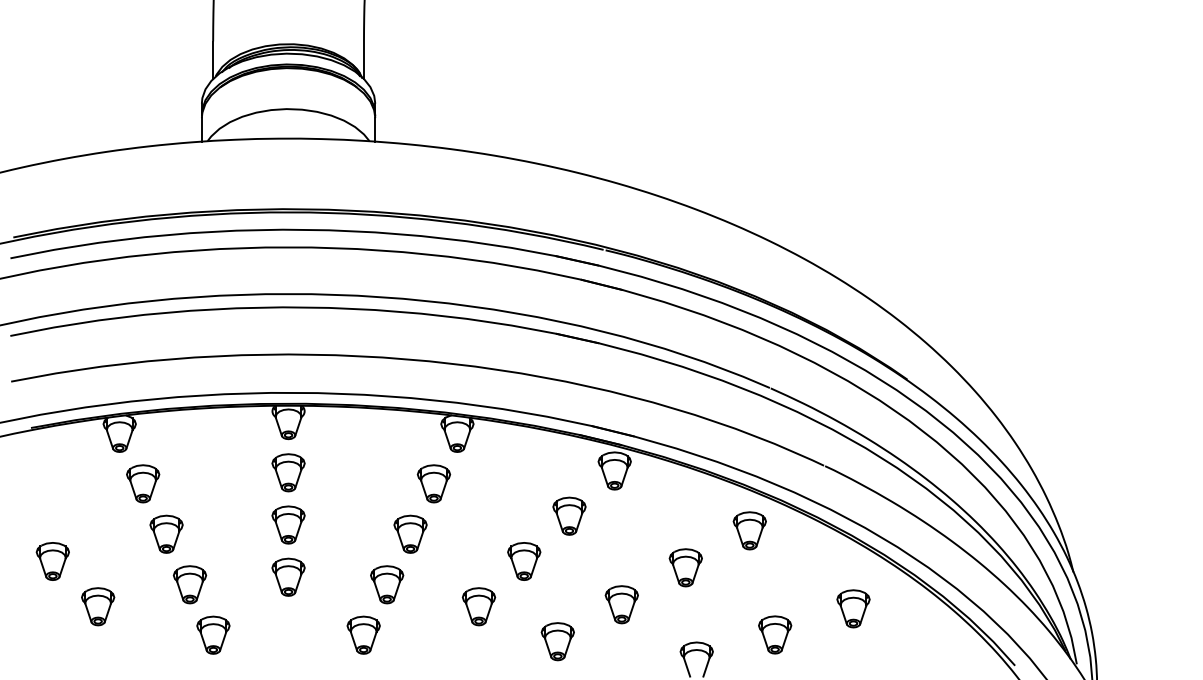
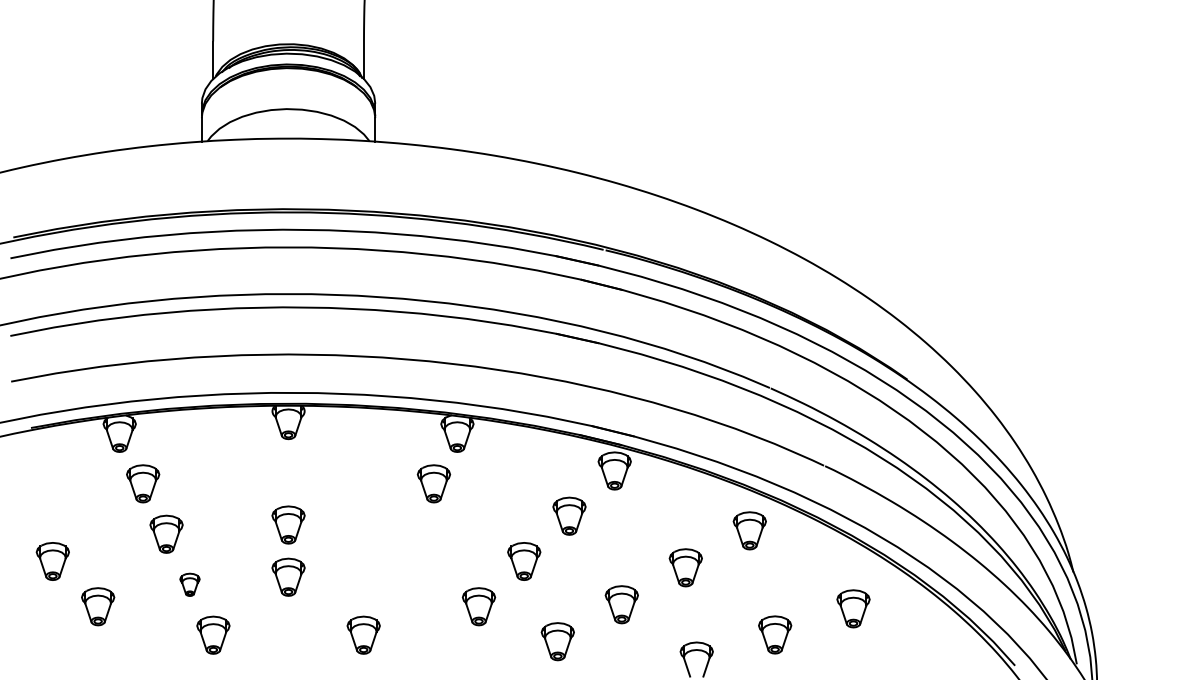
part at (288, 472): present -> none
part at (410, 533): present -> none
part at (189, 584) size: 36x40 px -> 22x25 px
part at (387, 584): present -> none
